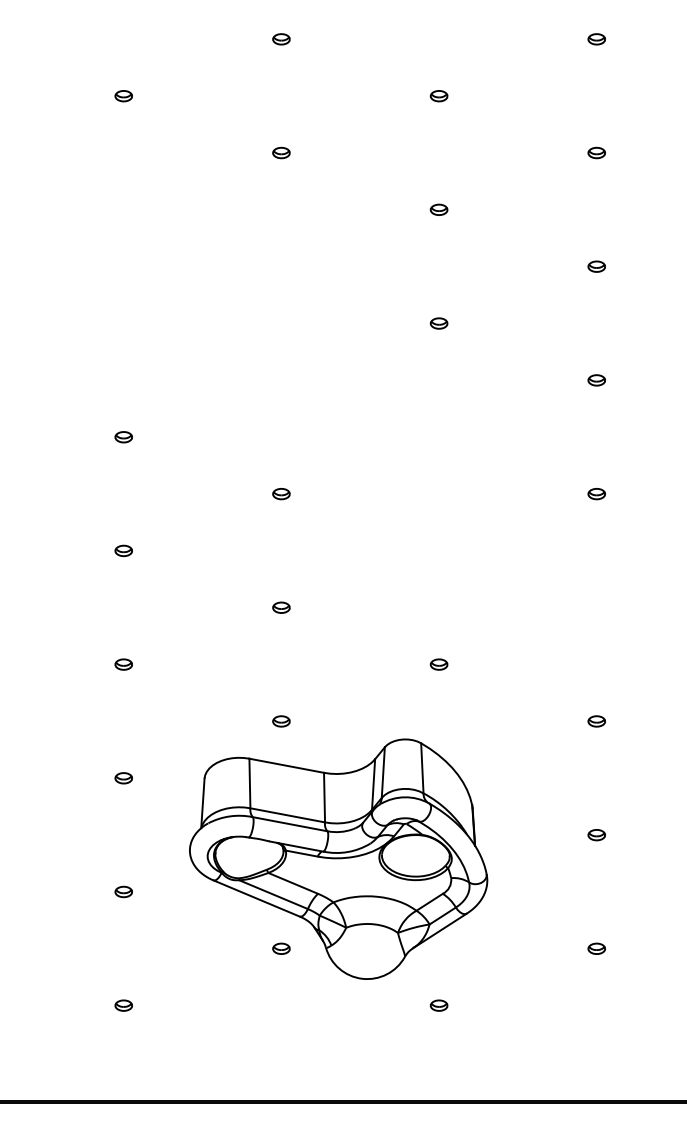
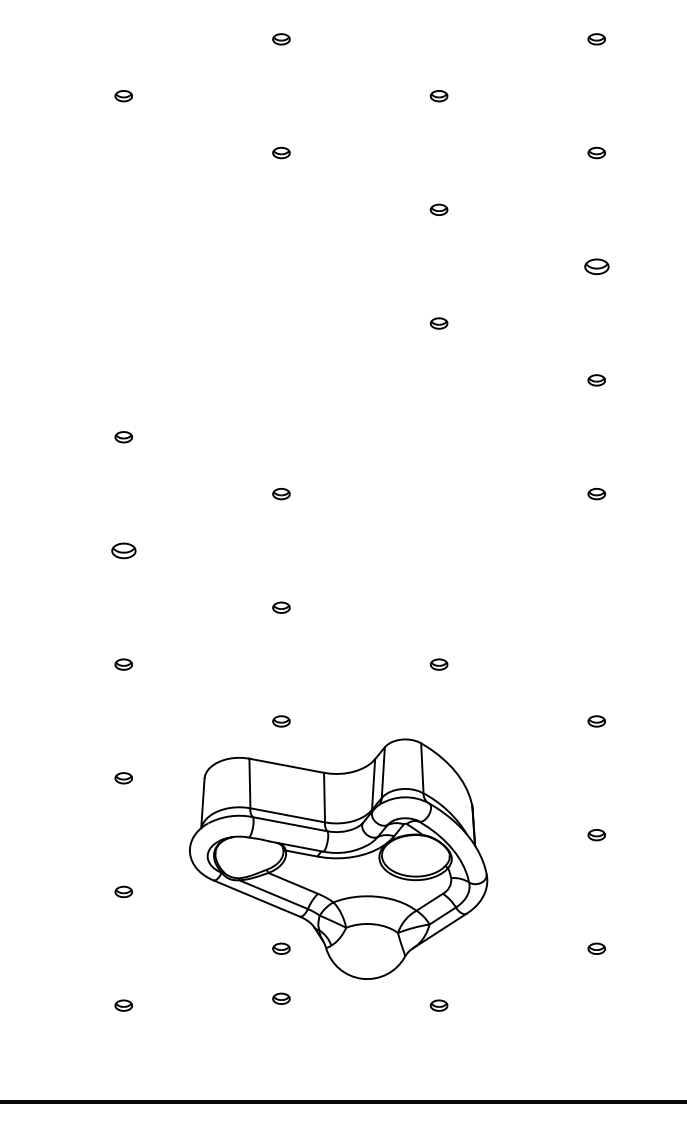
part at (596, 266) size: 19x13 px -> 26x17 px
part at (123, 550) size: 19x14 px -> 26x18 px
part at (281, 998): none -> present
